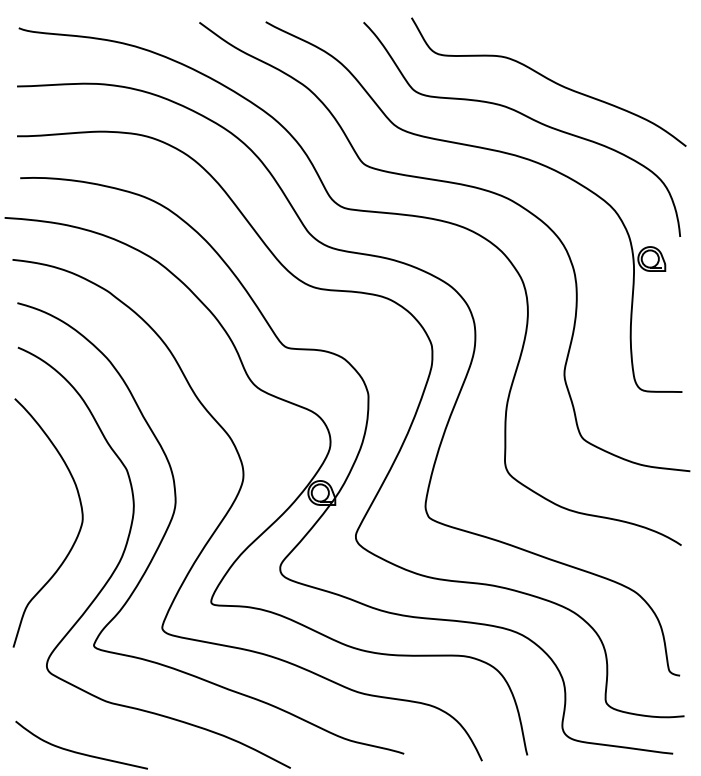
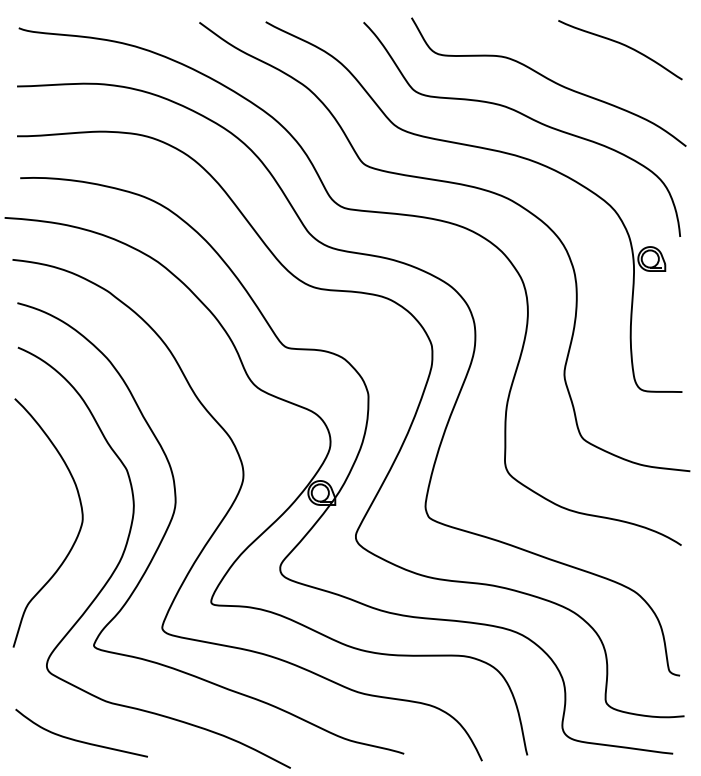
curve at (622, 45): none -> present
curve at (80, 752) position: (80, 752) -> (80, 740)
